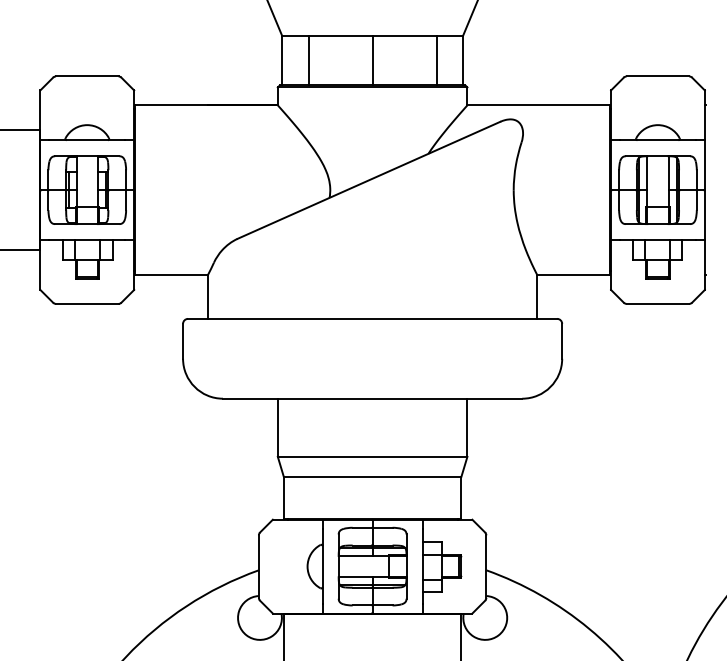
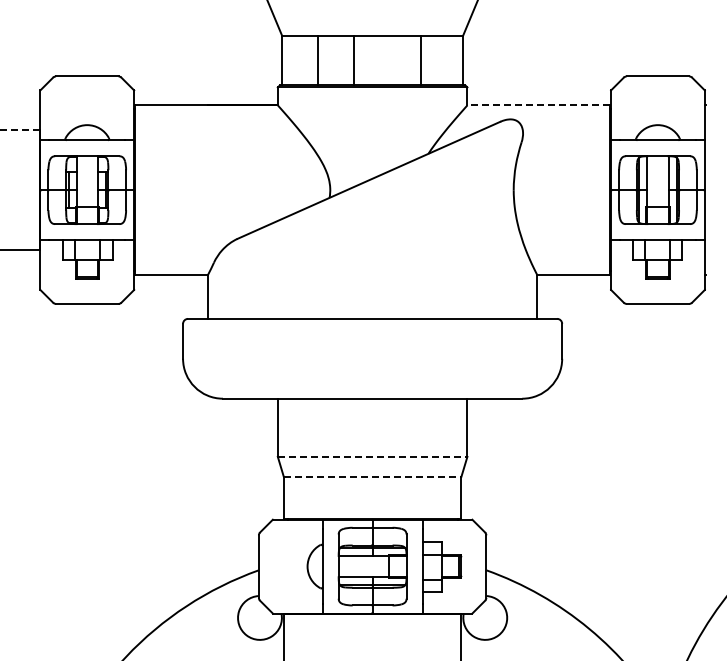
line at (308, 60) position: (308, 60) -> (317, 60)
line at (372, 60) position: (372, 60) -> (353, 60)
line at (436, 60) position: (436, 60) -> (420, 60)
line at (538, 105): solid -> dashed
line at (20, 130): solid -> dashed
line at (372, 456): solid -> dashed
line at (372, 476): solid -> dashed
